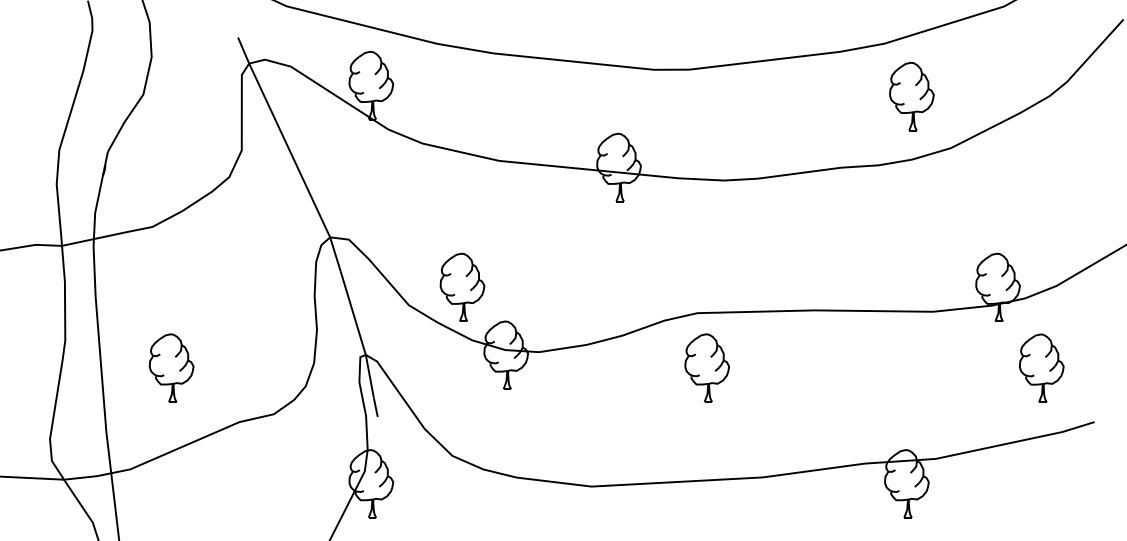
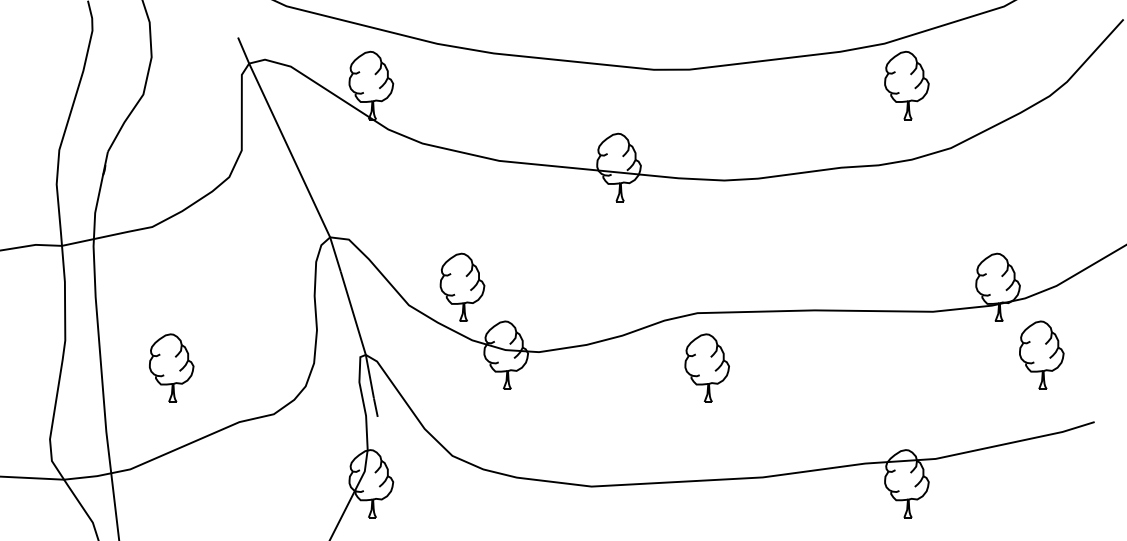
part at (911, 96) position: (911, 96) -> (906, 85)
part at (1041, 367) position: (1041, 367) -> (1041, 354)
